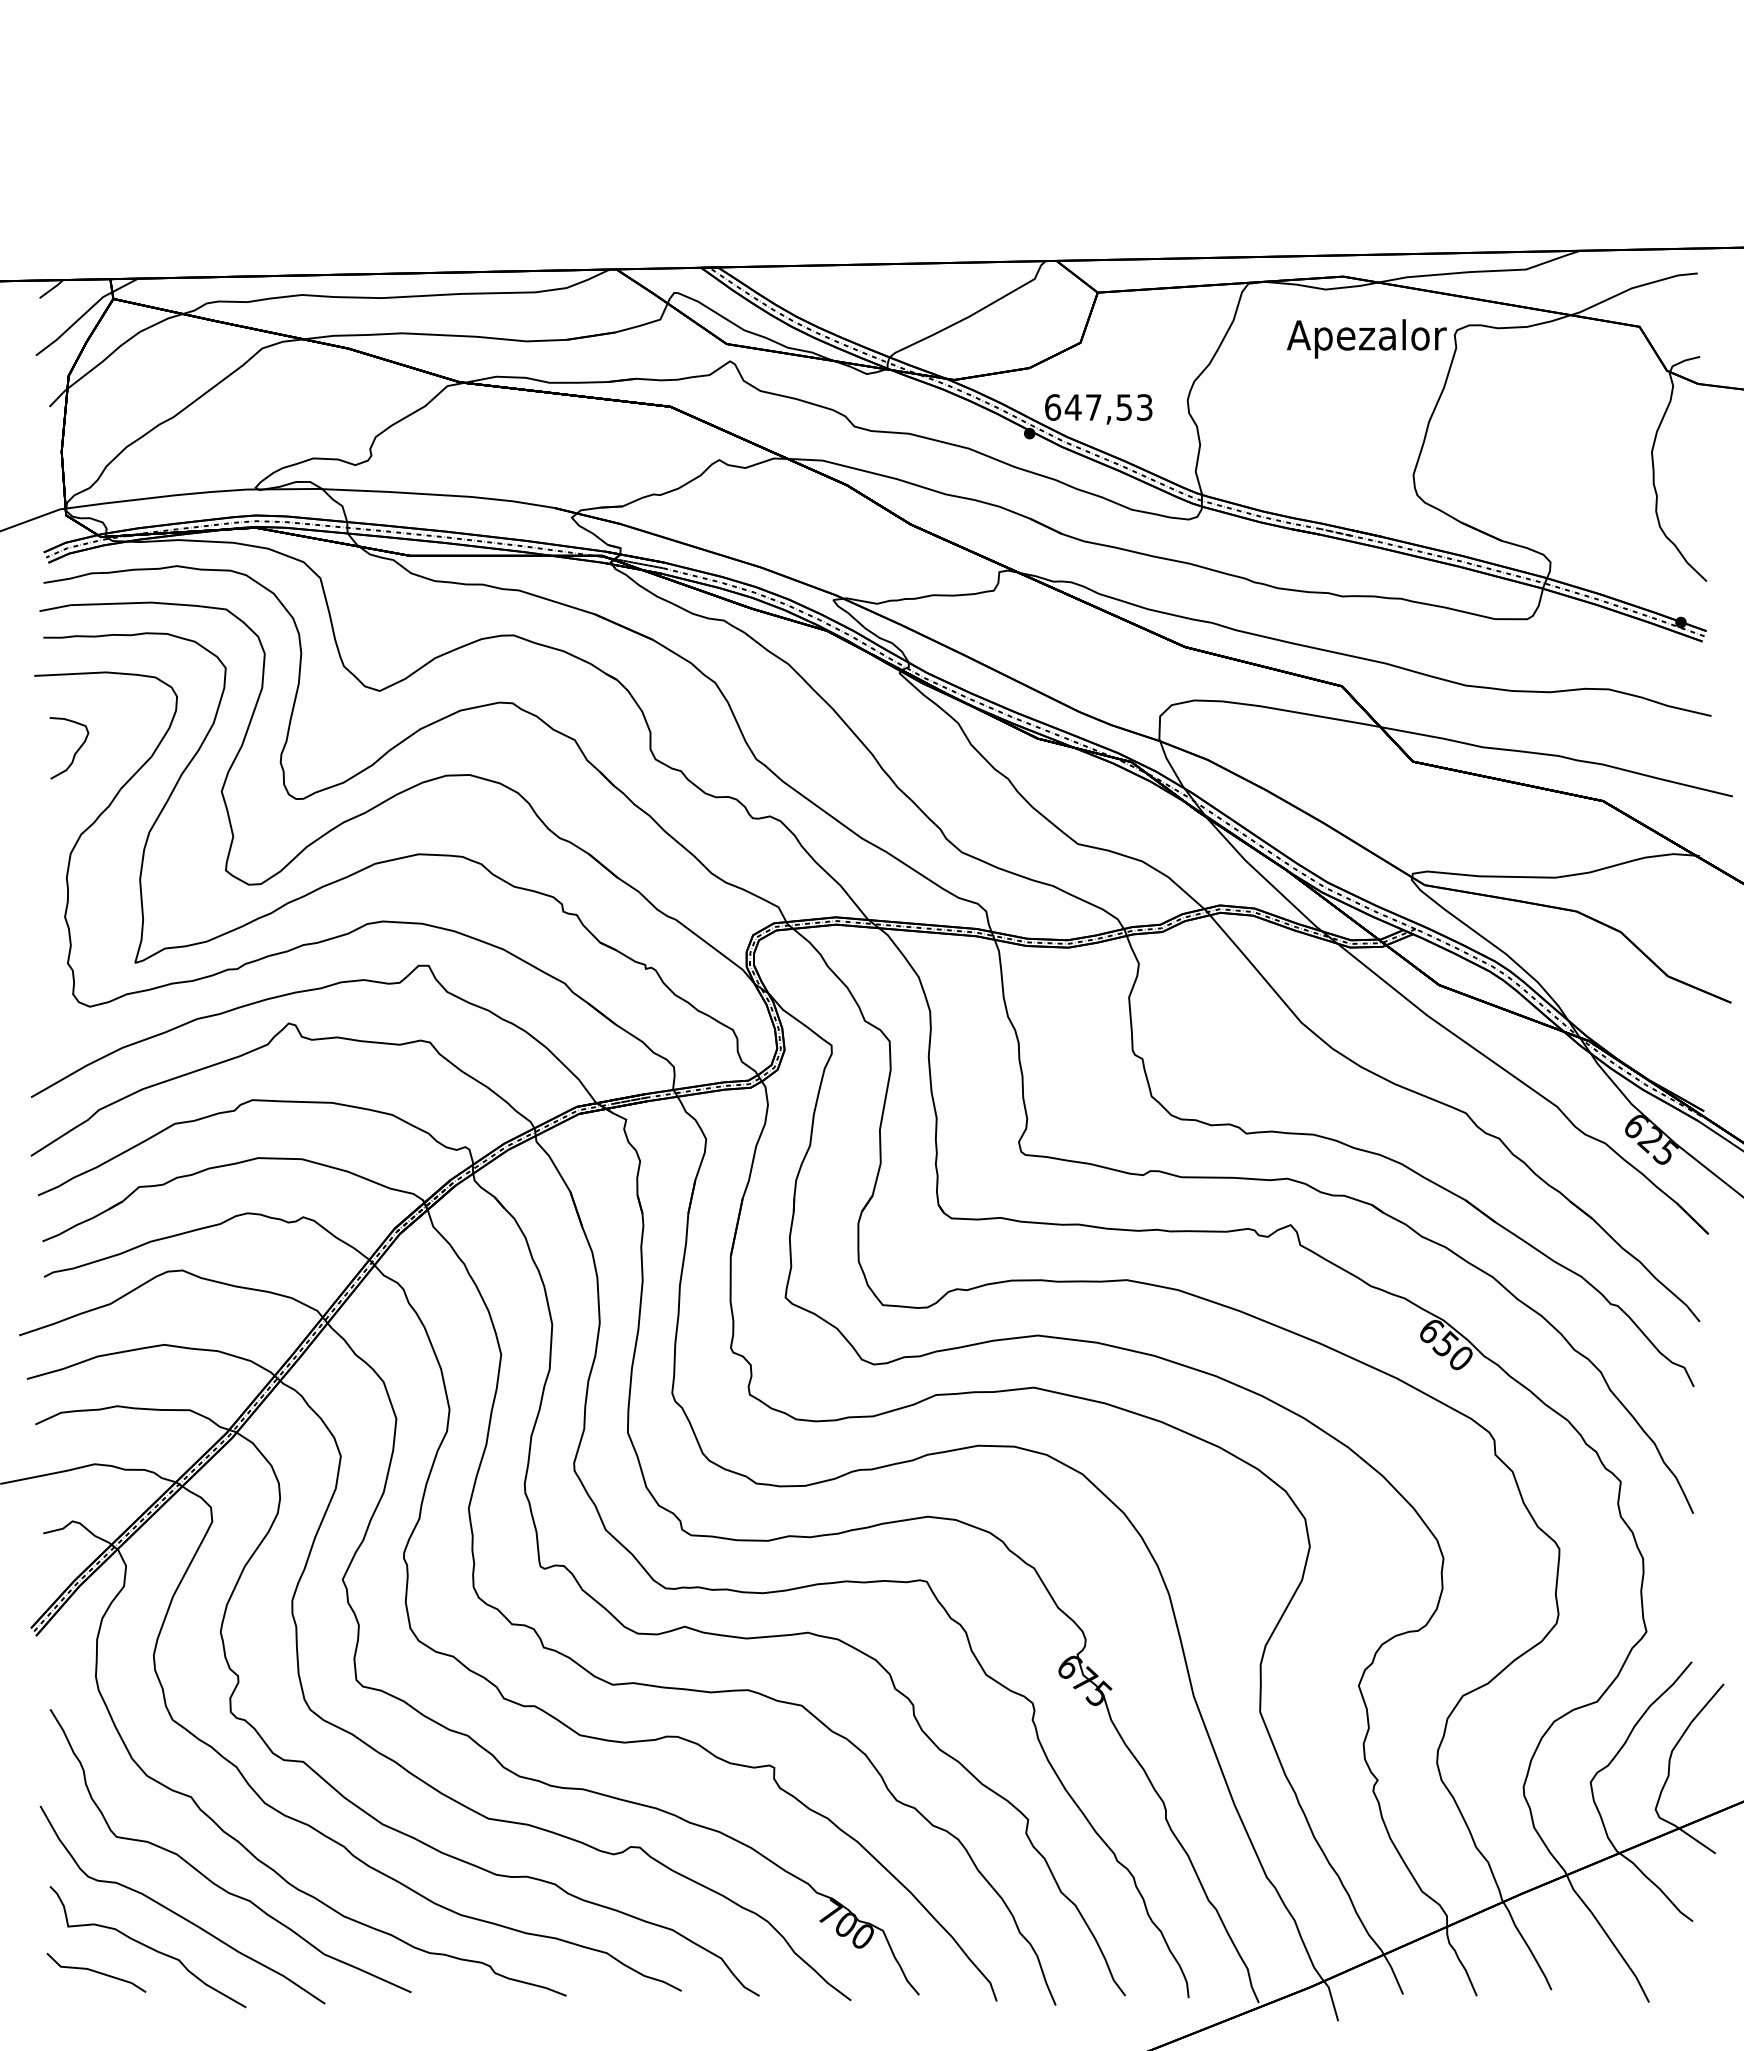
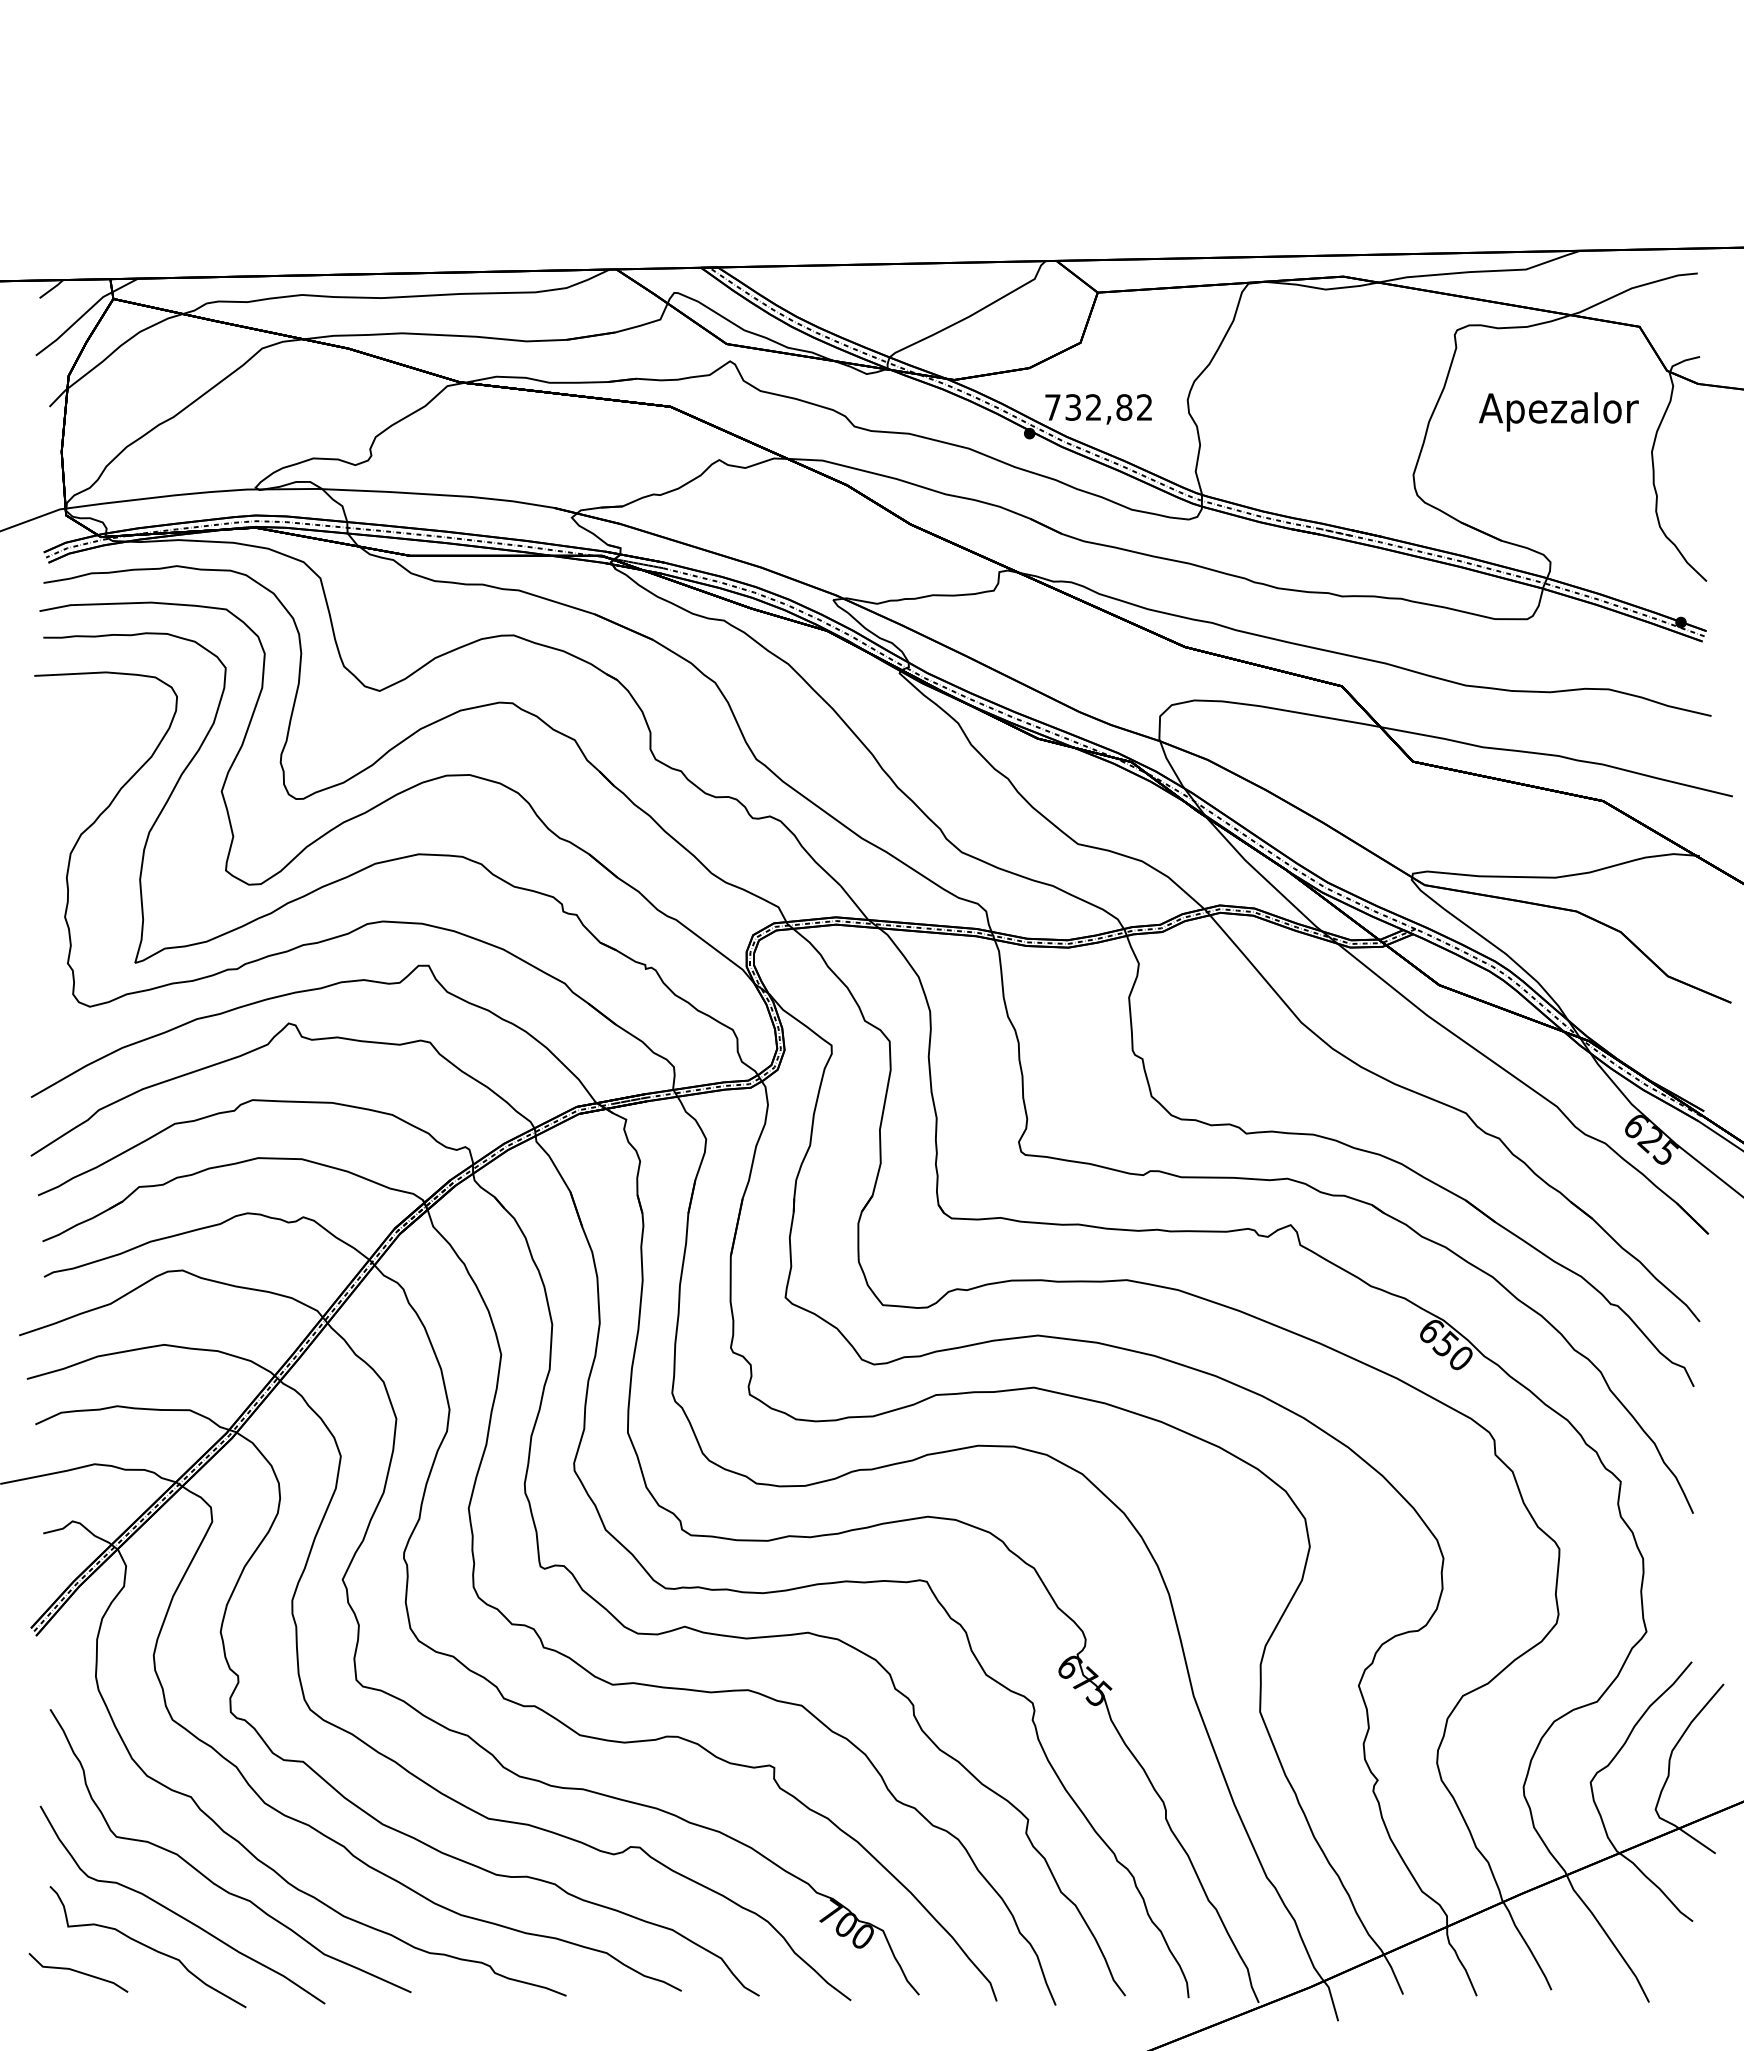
text at (1366, 338) position: (1366, 338) -> (1558, 411)
text at (1098, 407): 647,53 -> 732,82
curve at (74, 753): present -> none
line at (96, 1972) position: (96, 1972) -> (78, 1972)
